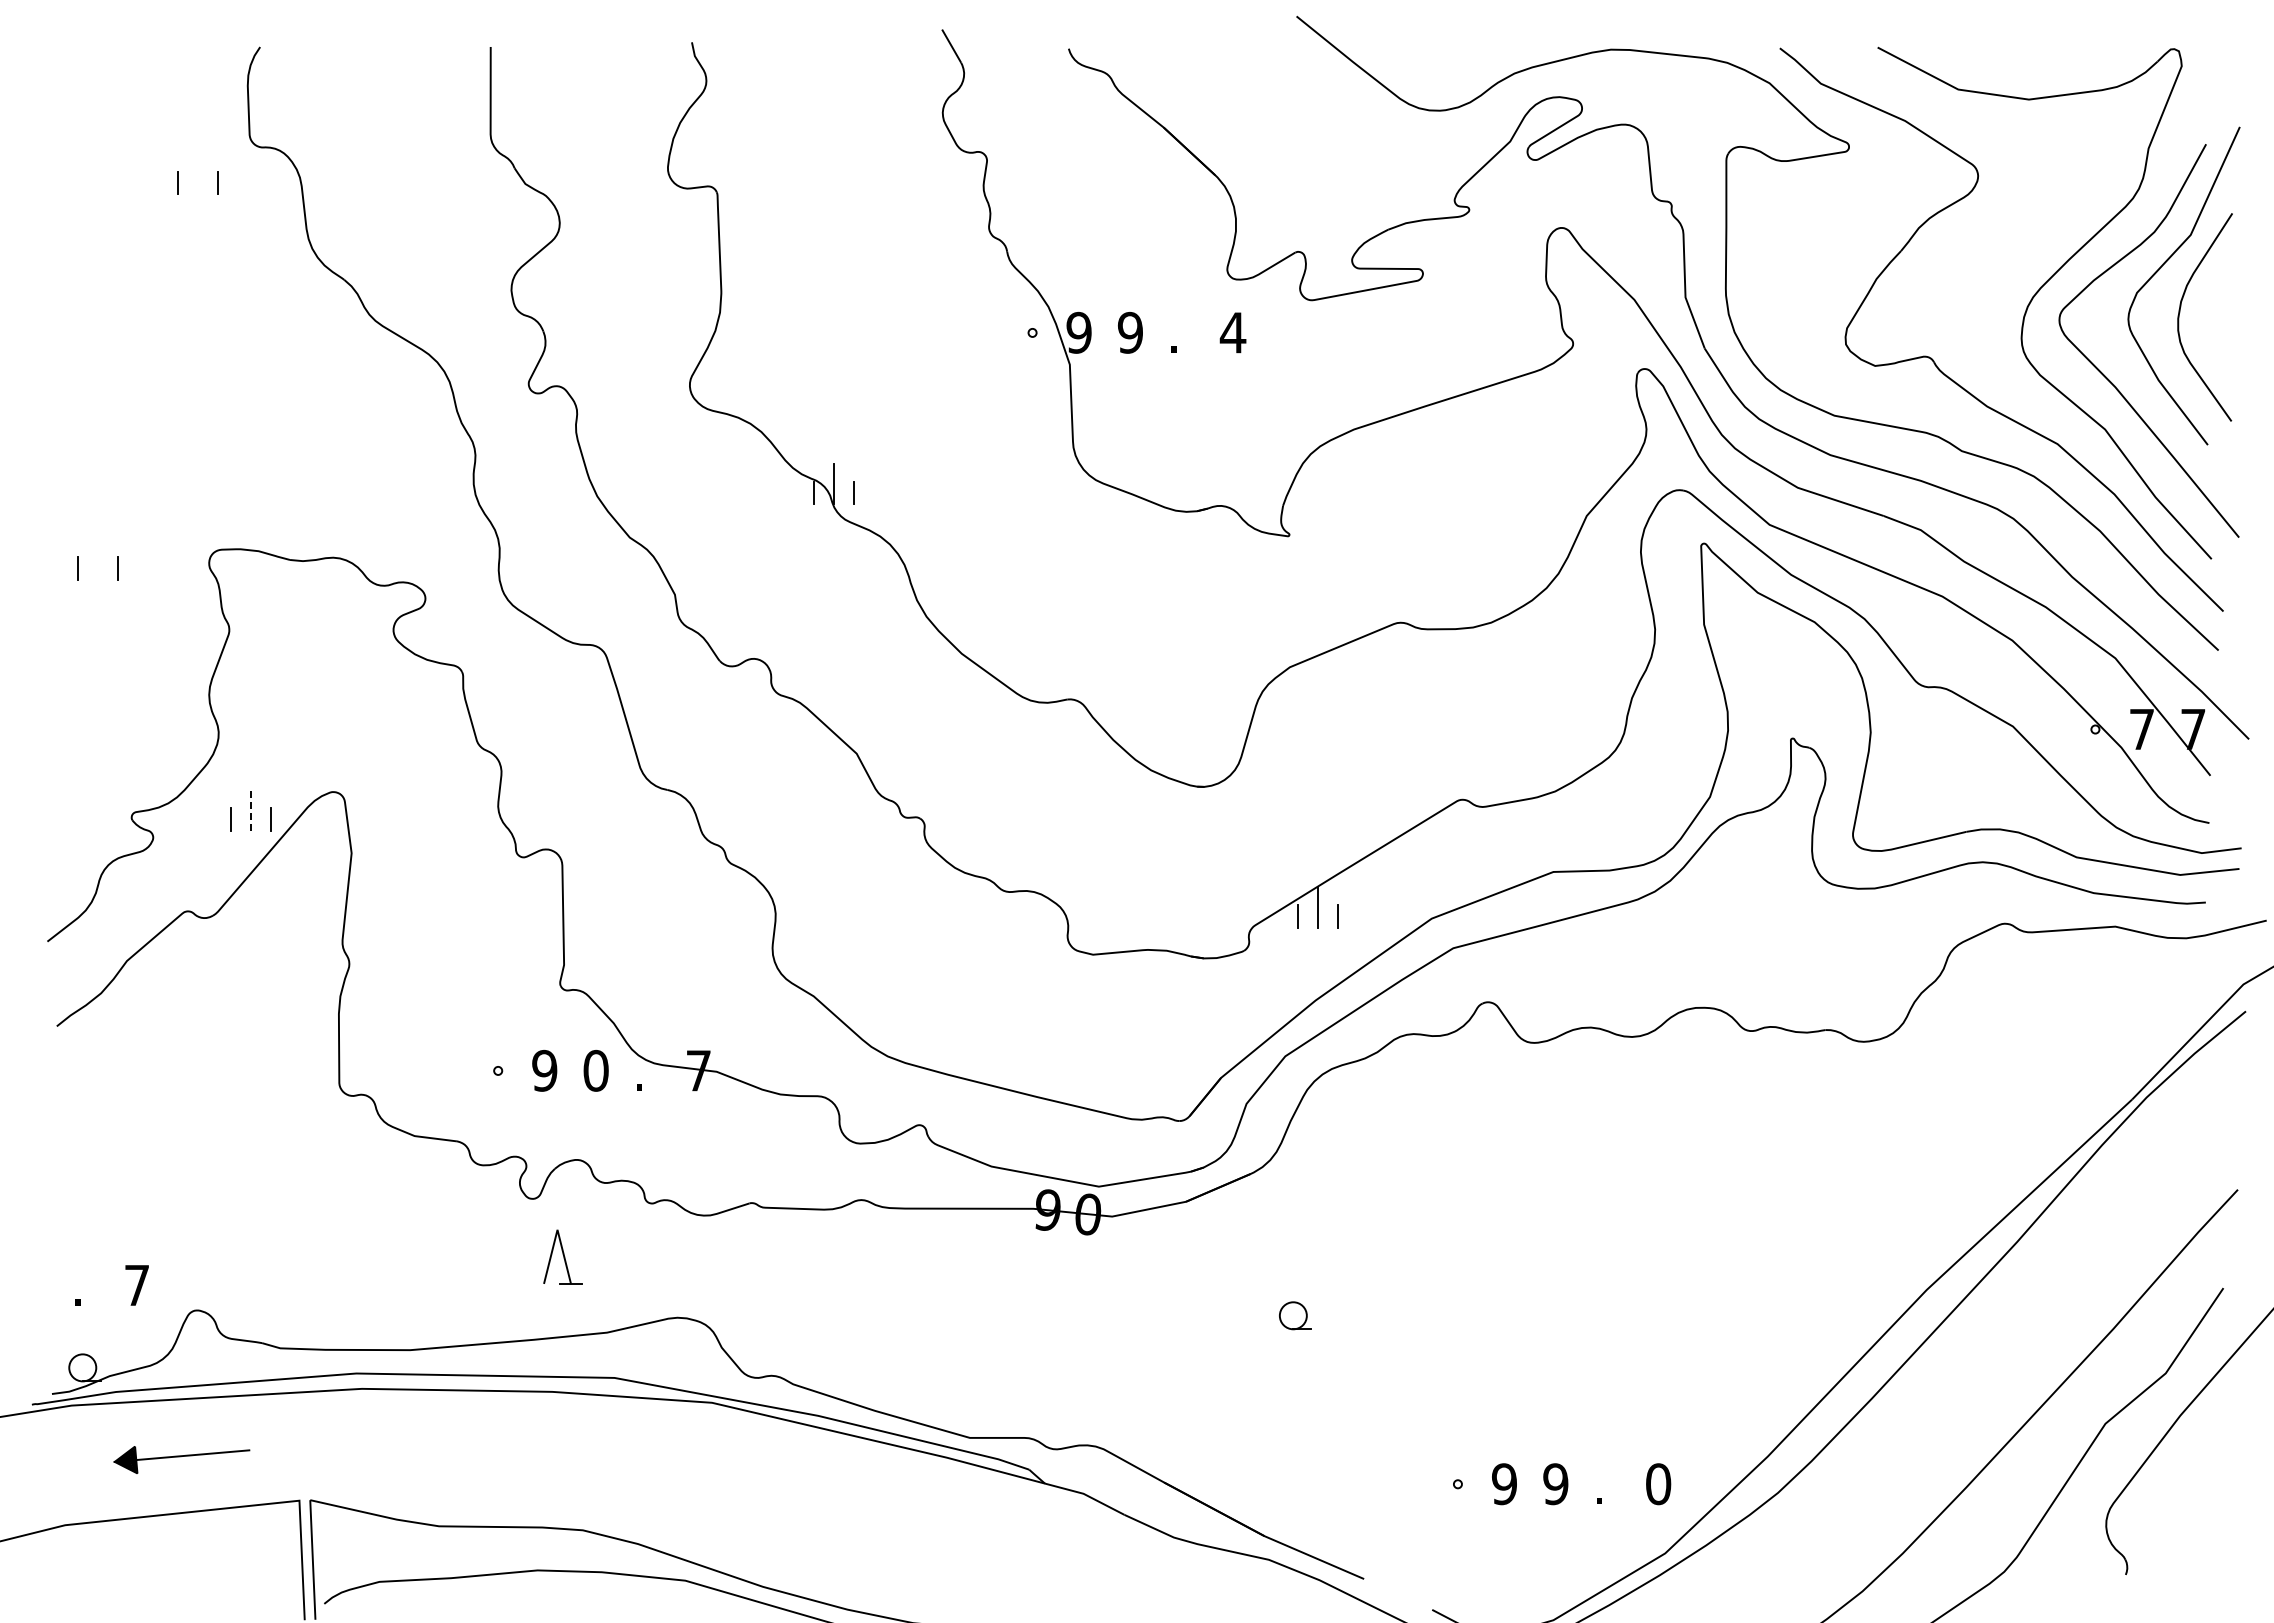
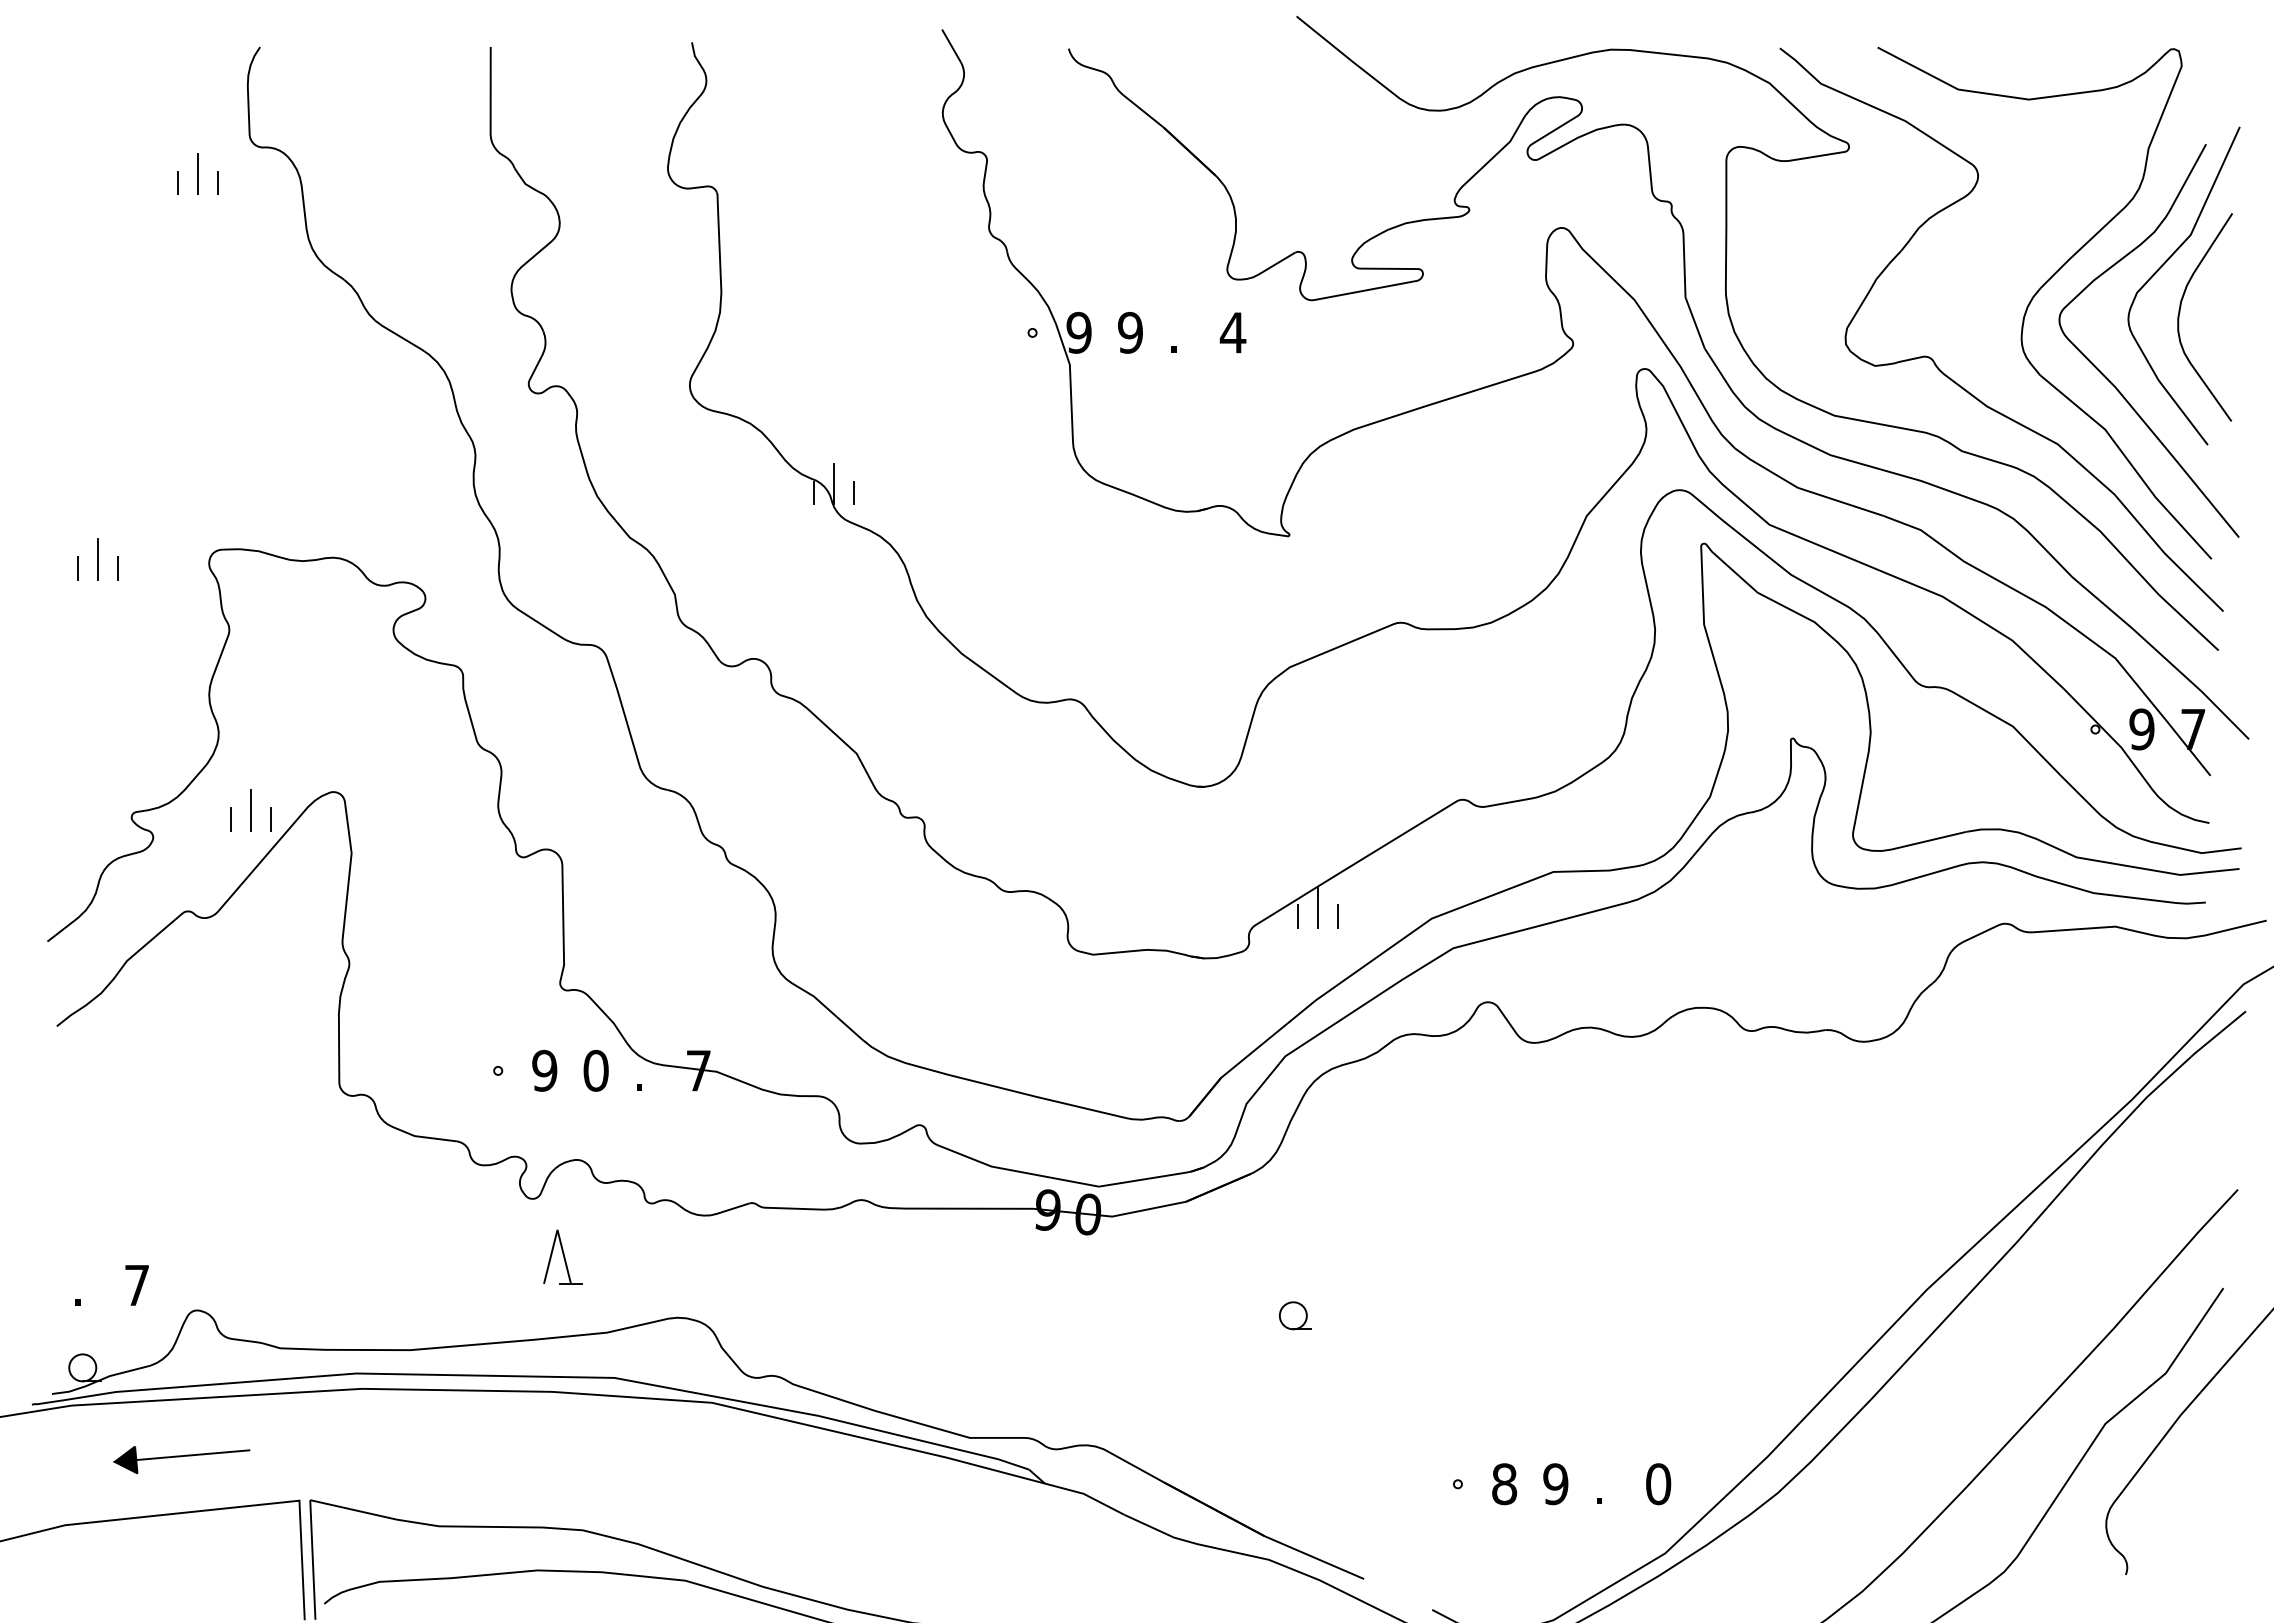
line at (197, 173): none -> present
line at (97, 559): none -> present
text at (2141, 729): 7 -> 9
line at (250, 810): dashed -> solid
text at (1504, 1484): 9 -> 8
